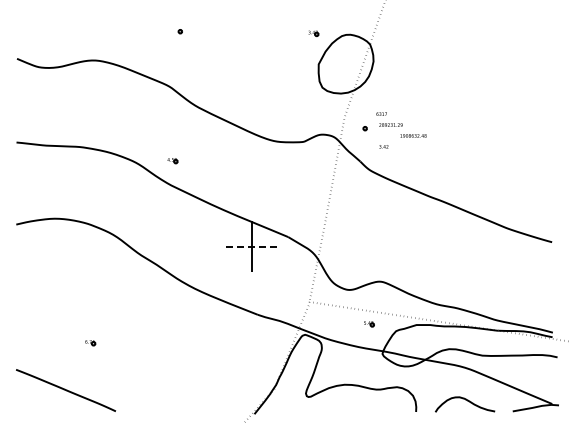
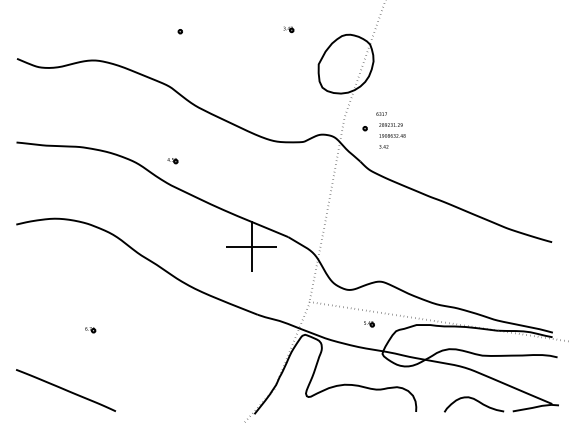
part at (313, 33) position: (313, 33) -> (288, 29)
text at (413, 135) position: (413, 135) -> (392, 135)
line at (251, 246): dashed -> solid
part at (90, 343) position: (90, 343) -> (90, 330)
curve at (467, 401) position: (467, 401) -> (476, 401)
